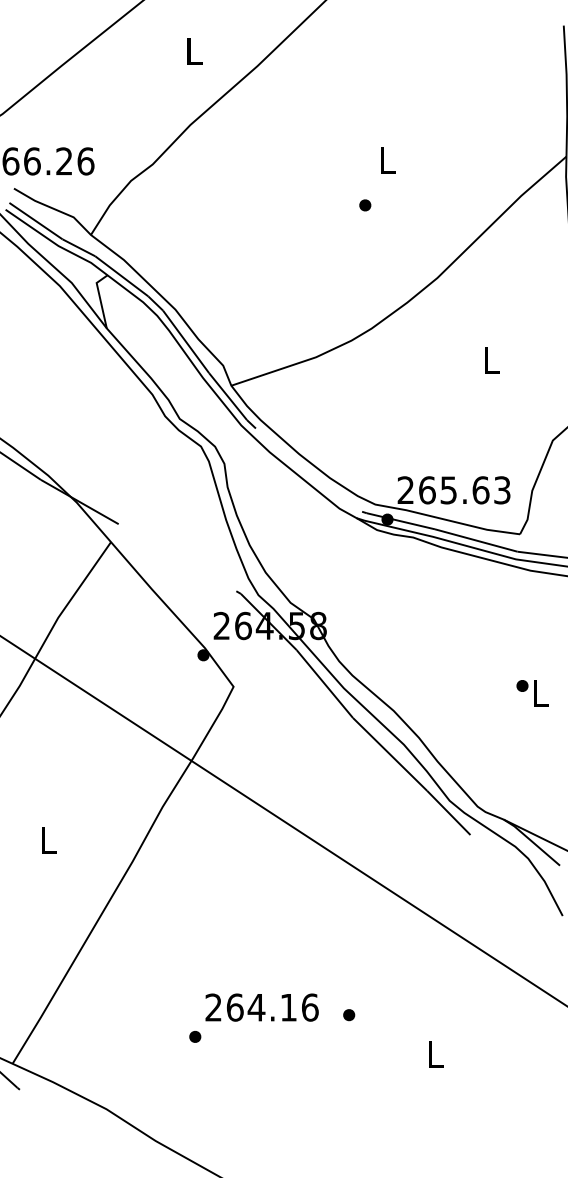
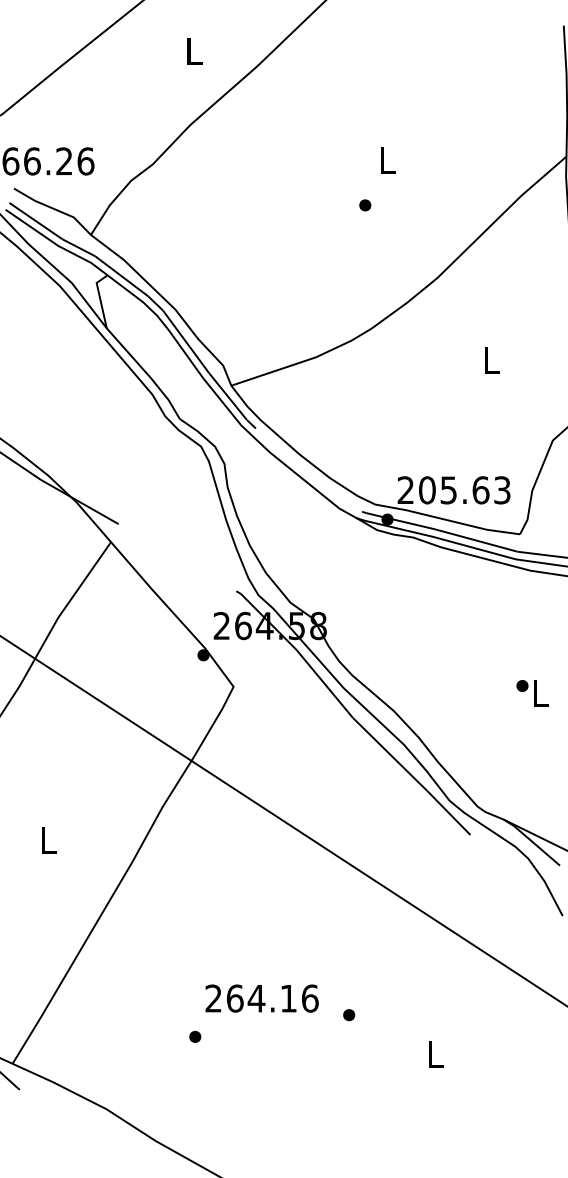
text at (427, 490): 265.63 -> 205.63
text at (261, 1007) position: (261, 1007) -> (261, 998)
